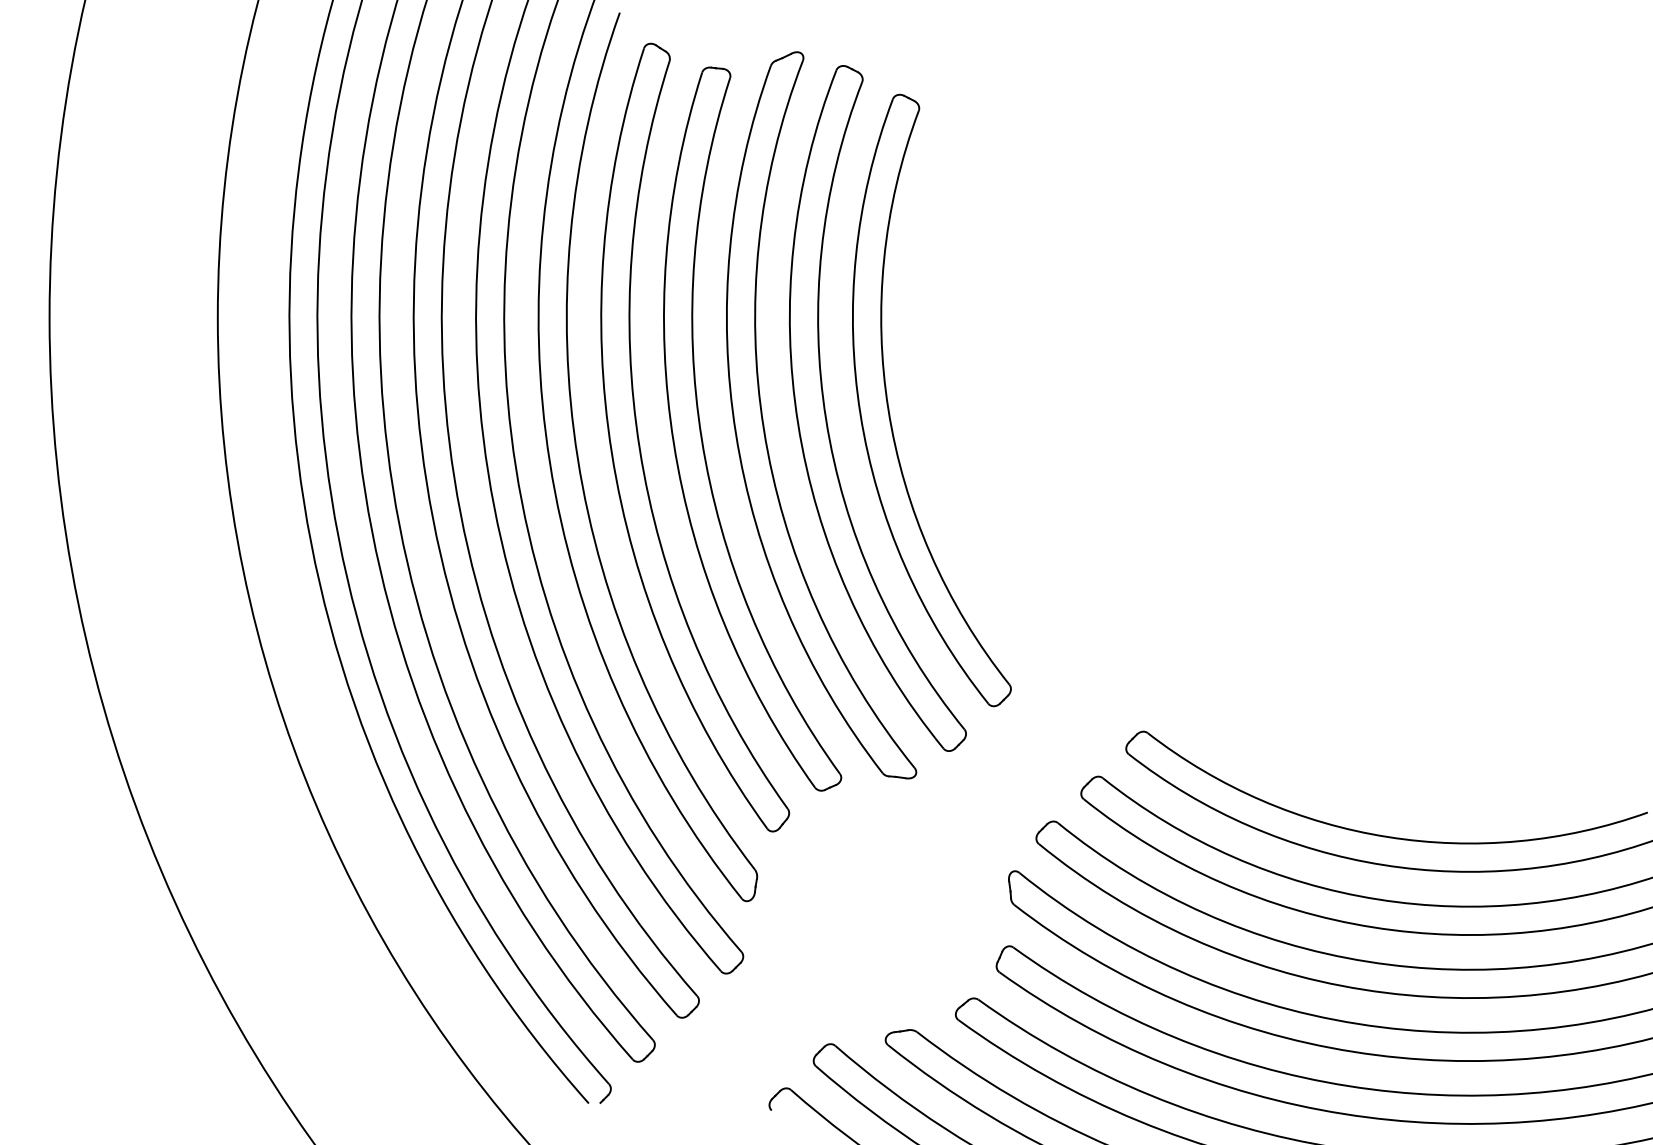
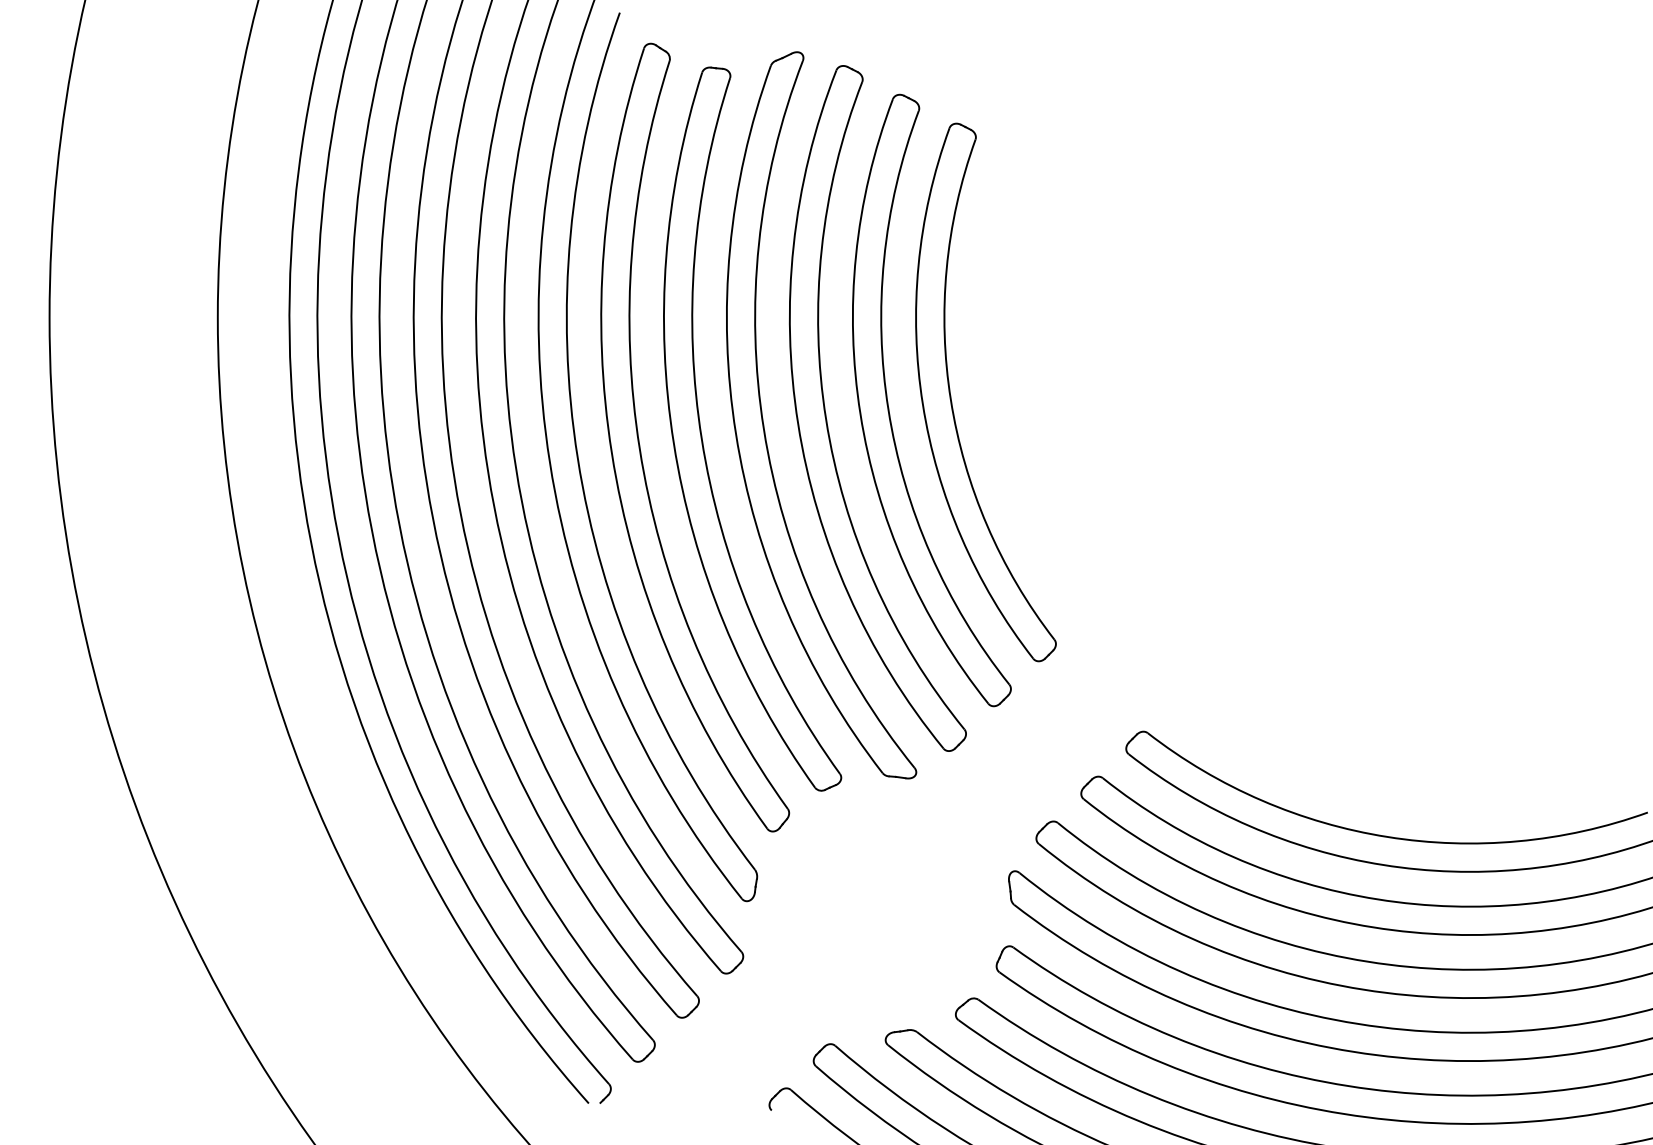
part at (951, 395): none -> present
